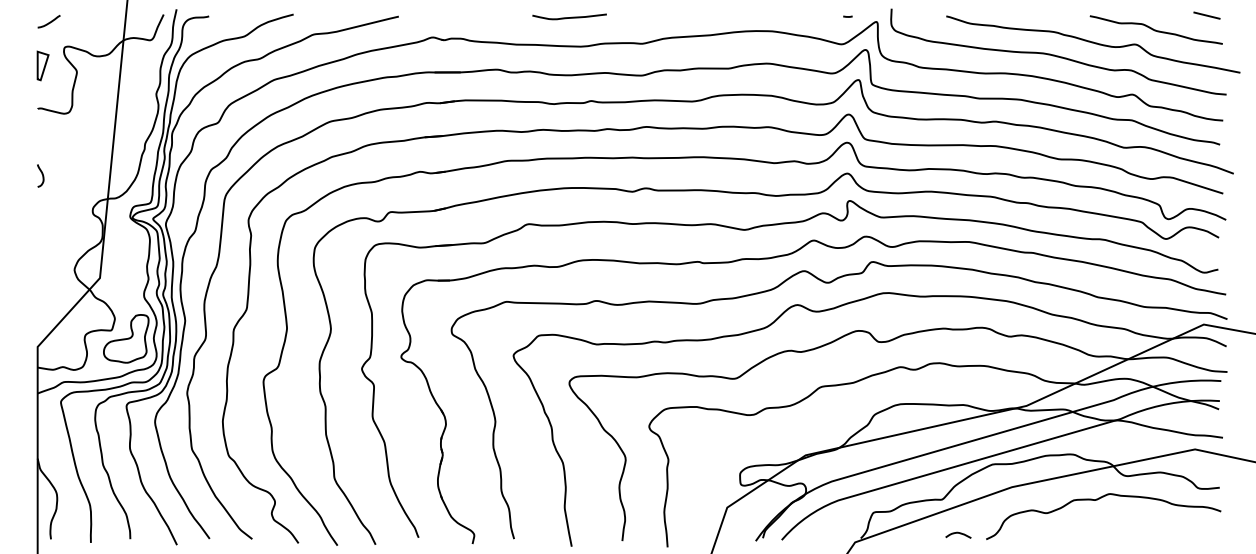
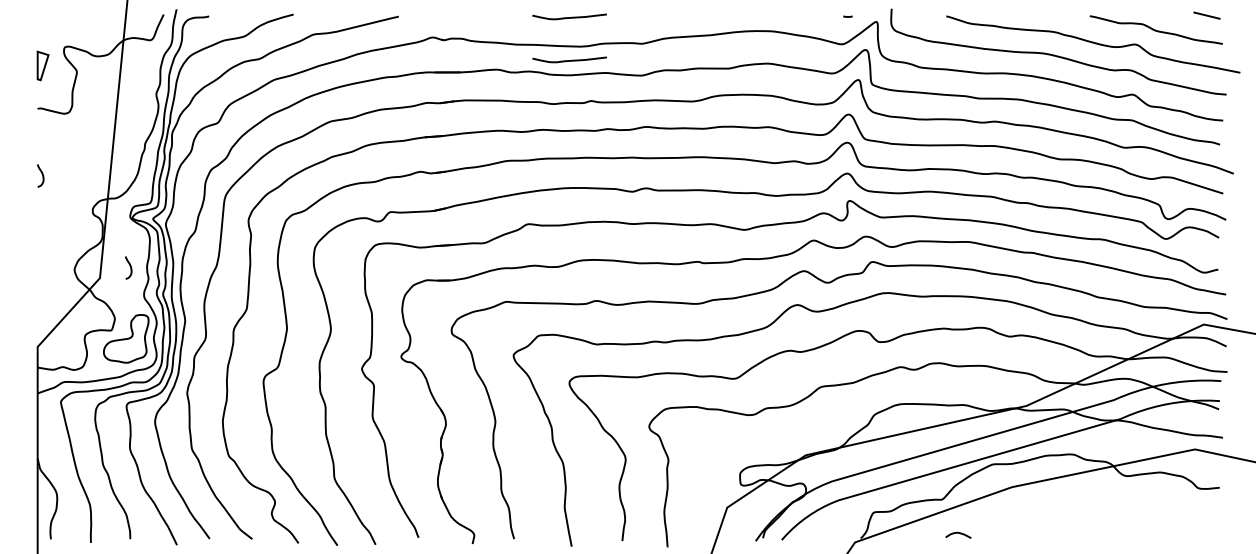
curve at (49, 21): present -> none
curve at (569, 60): none -> present
curve at (129, 266): none -> present
curve at (1097, 500): present -> none
